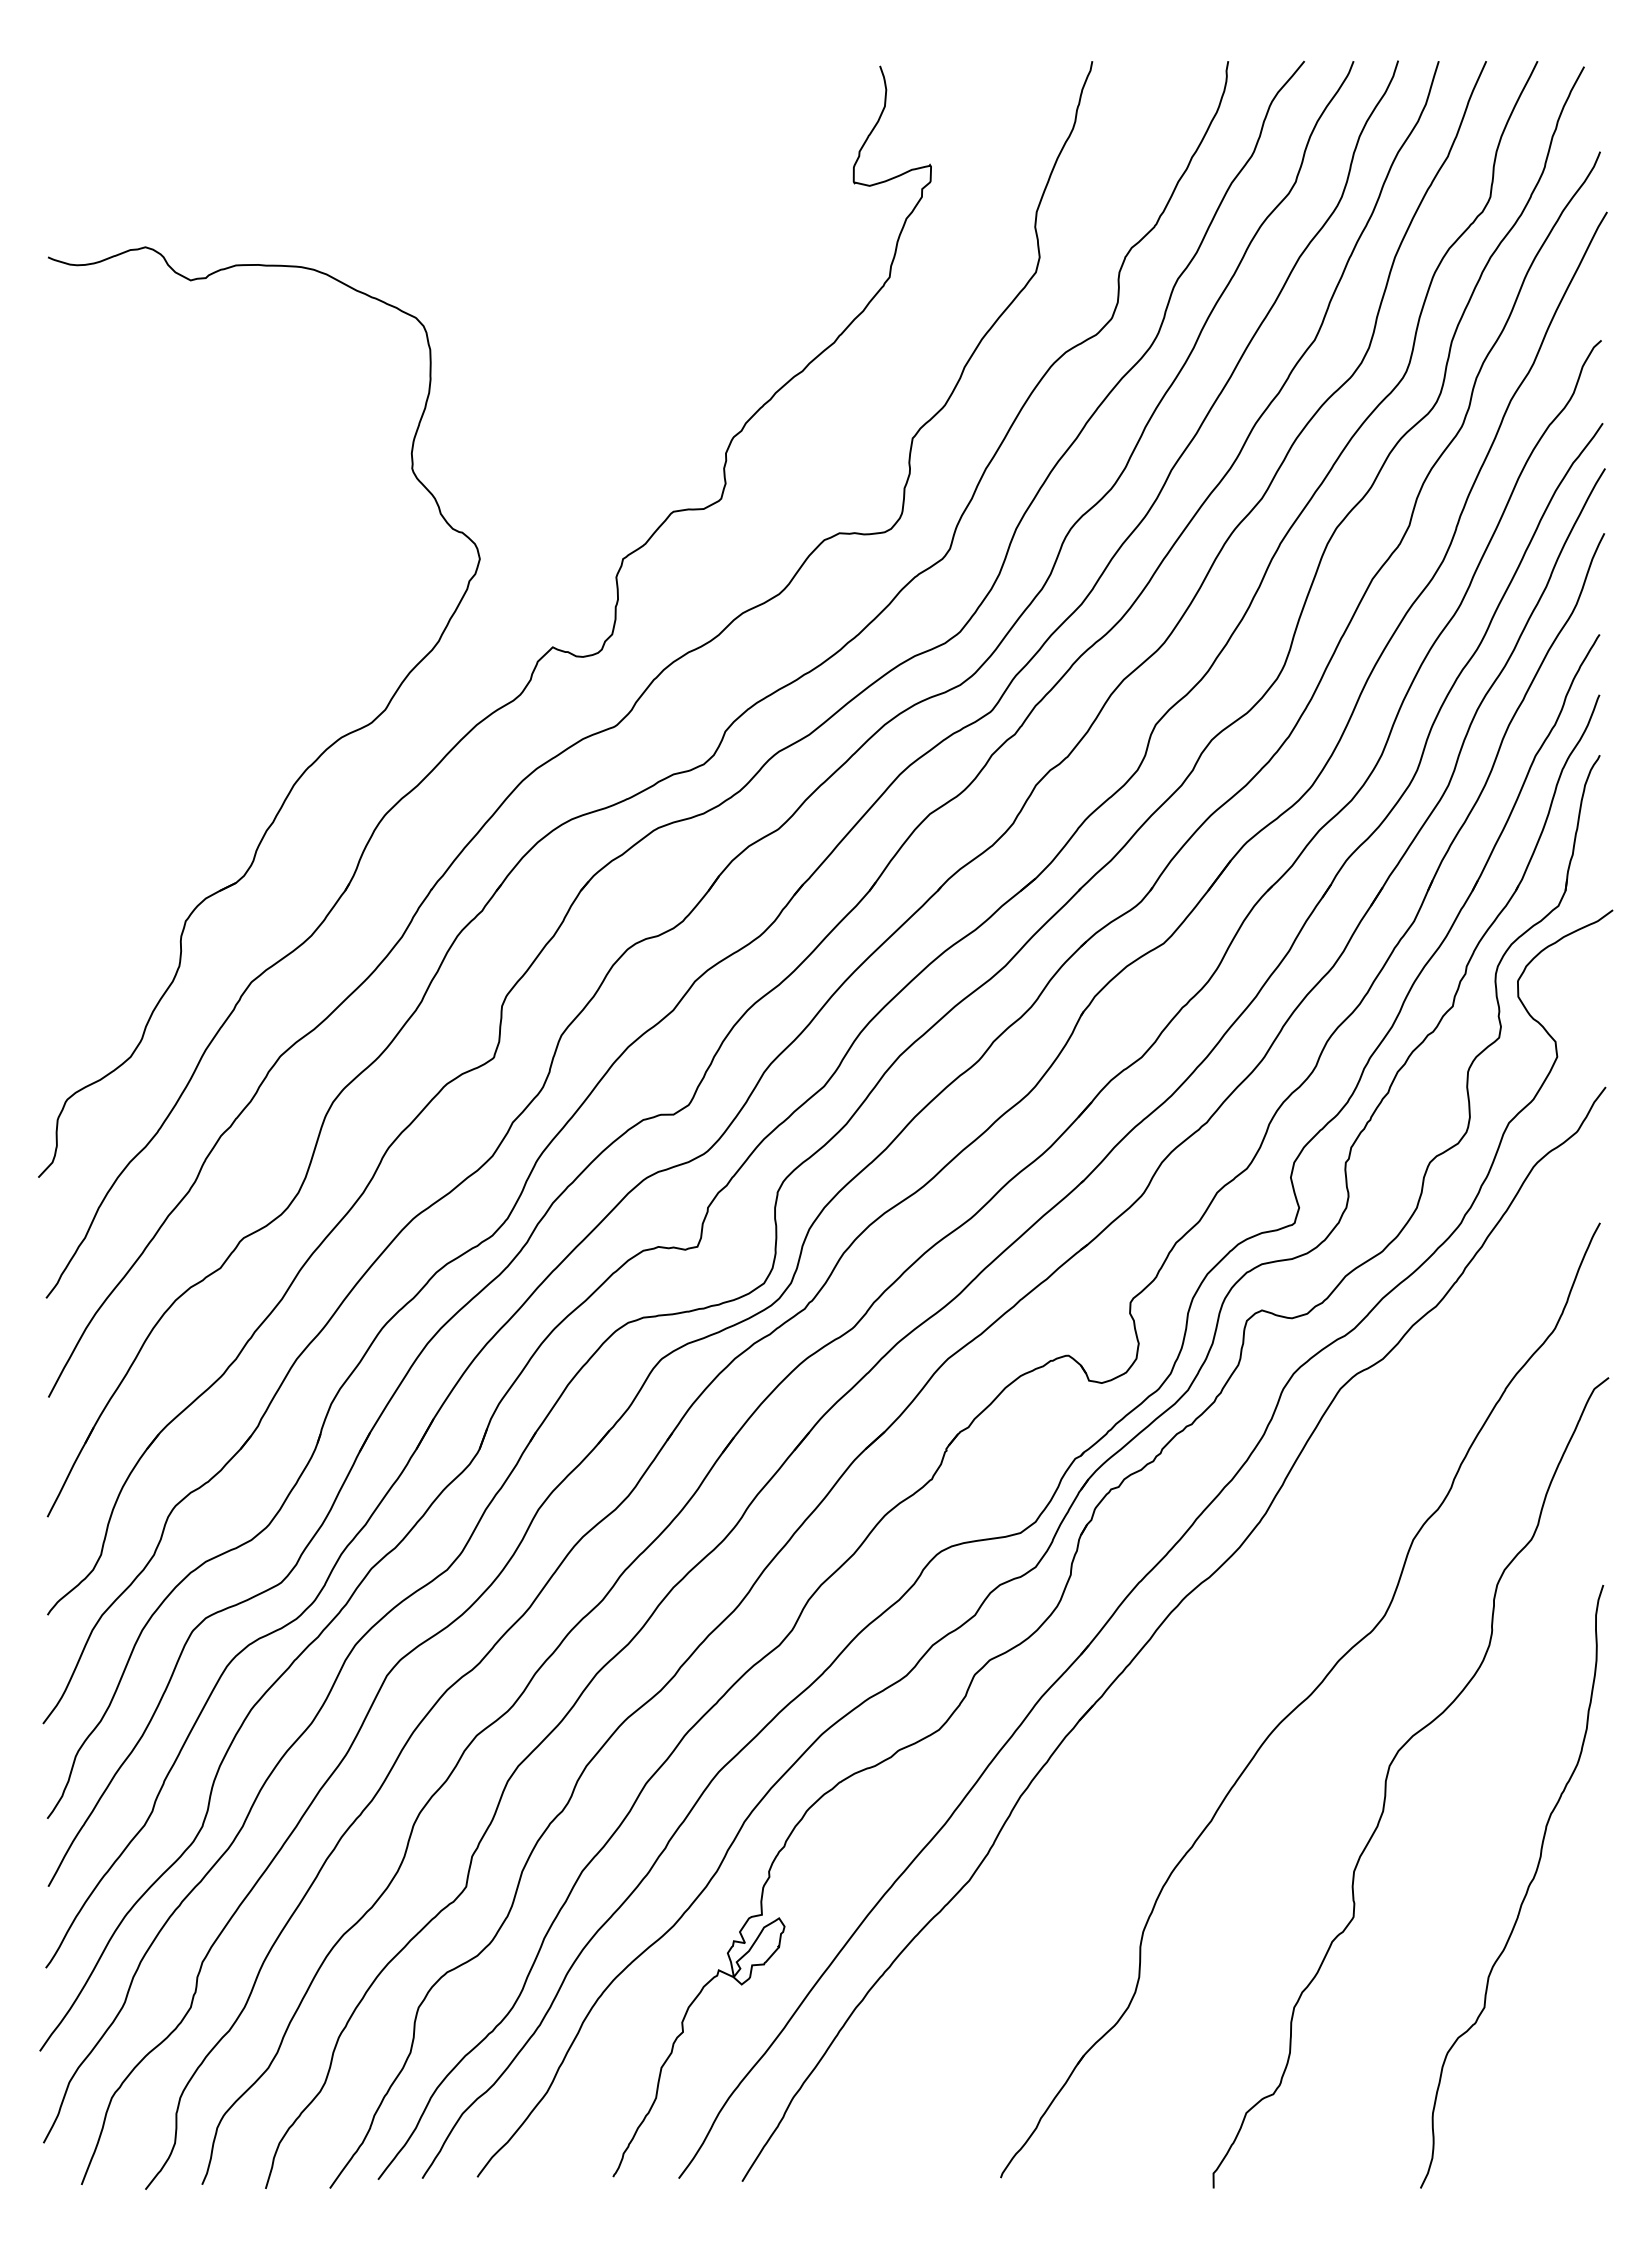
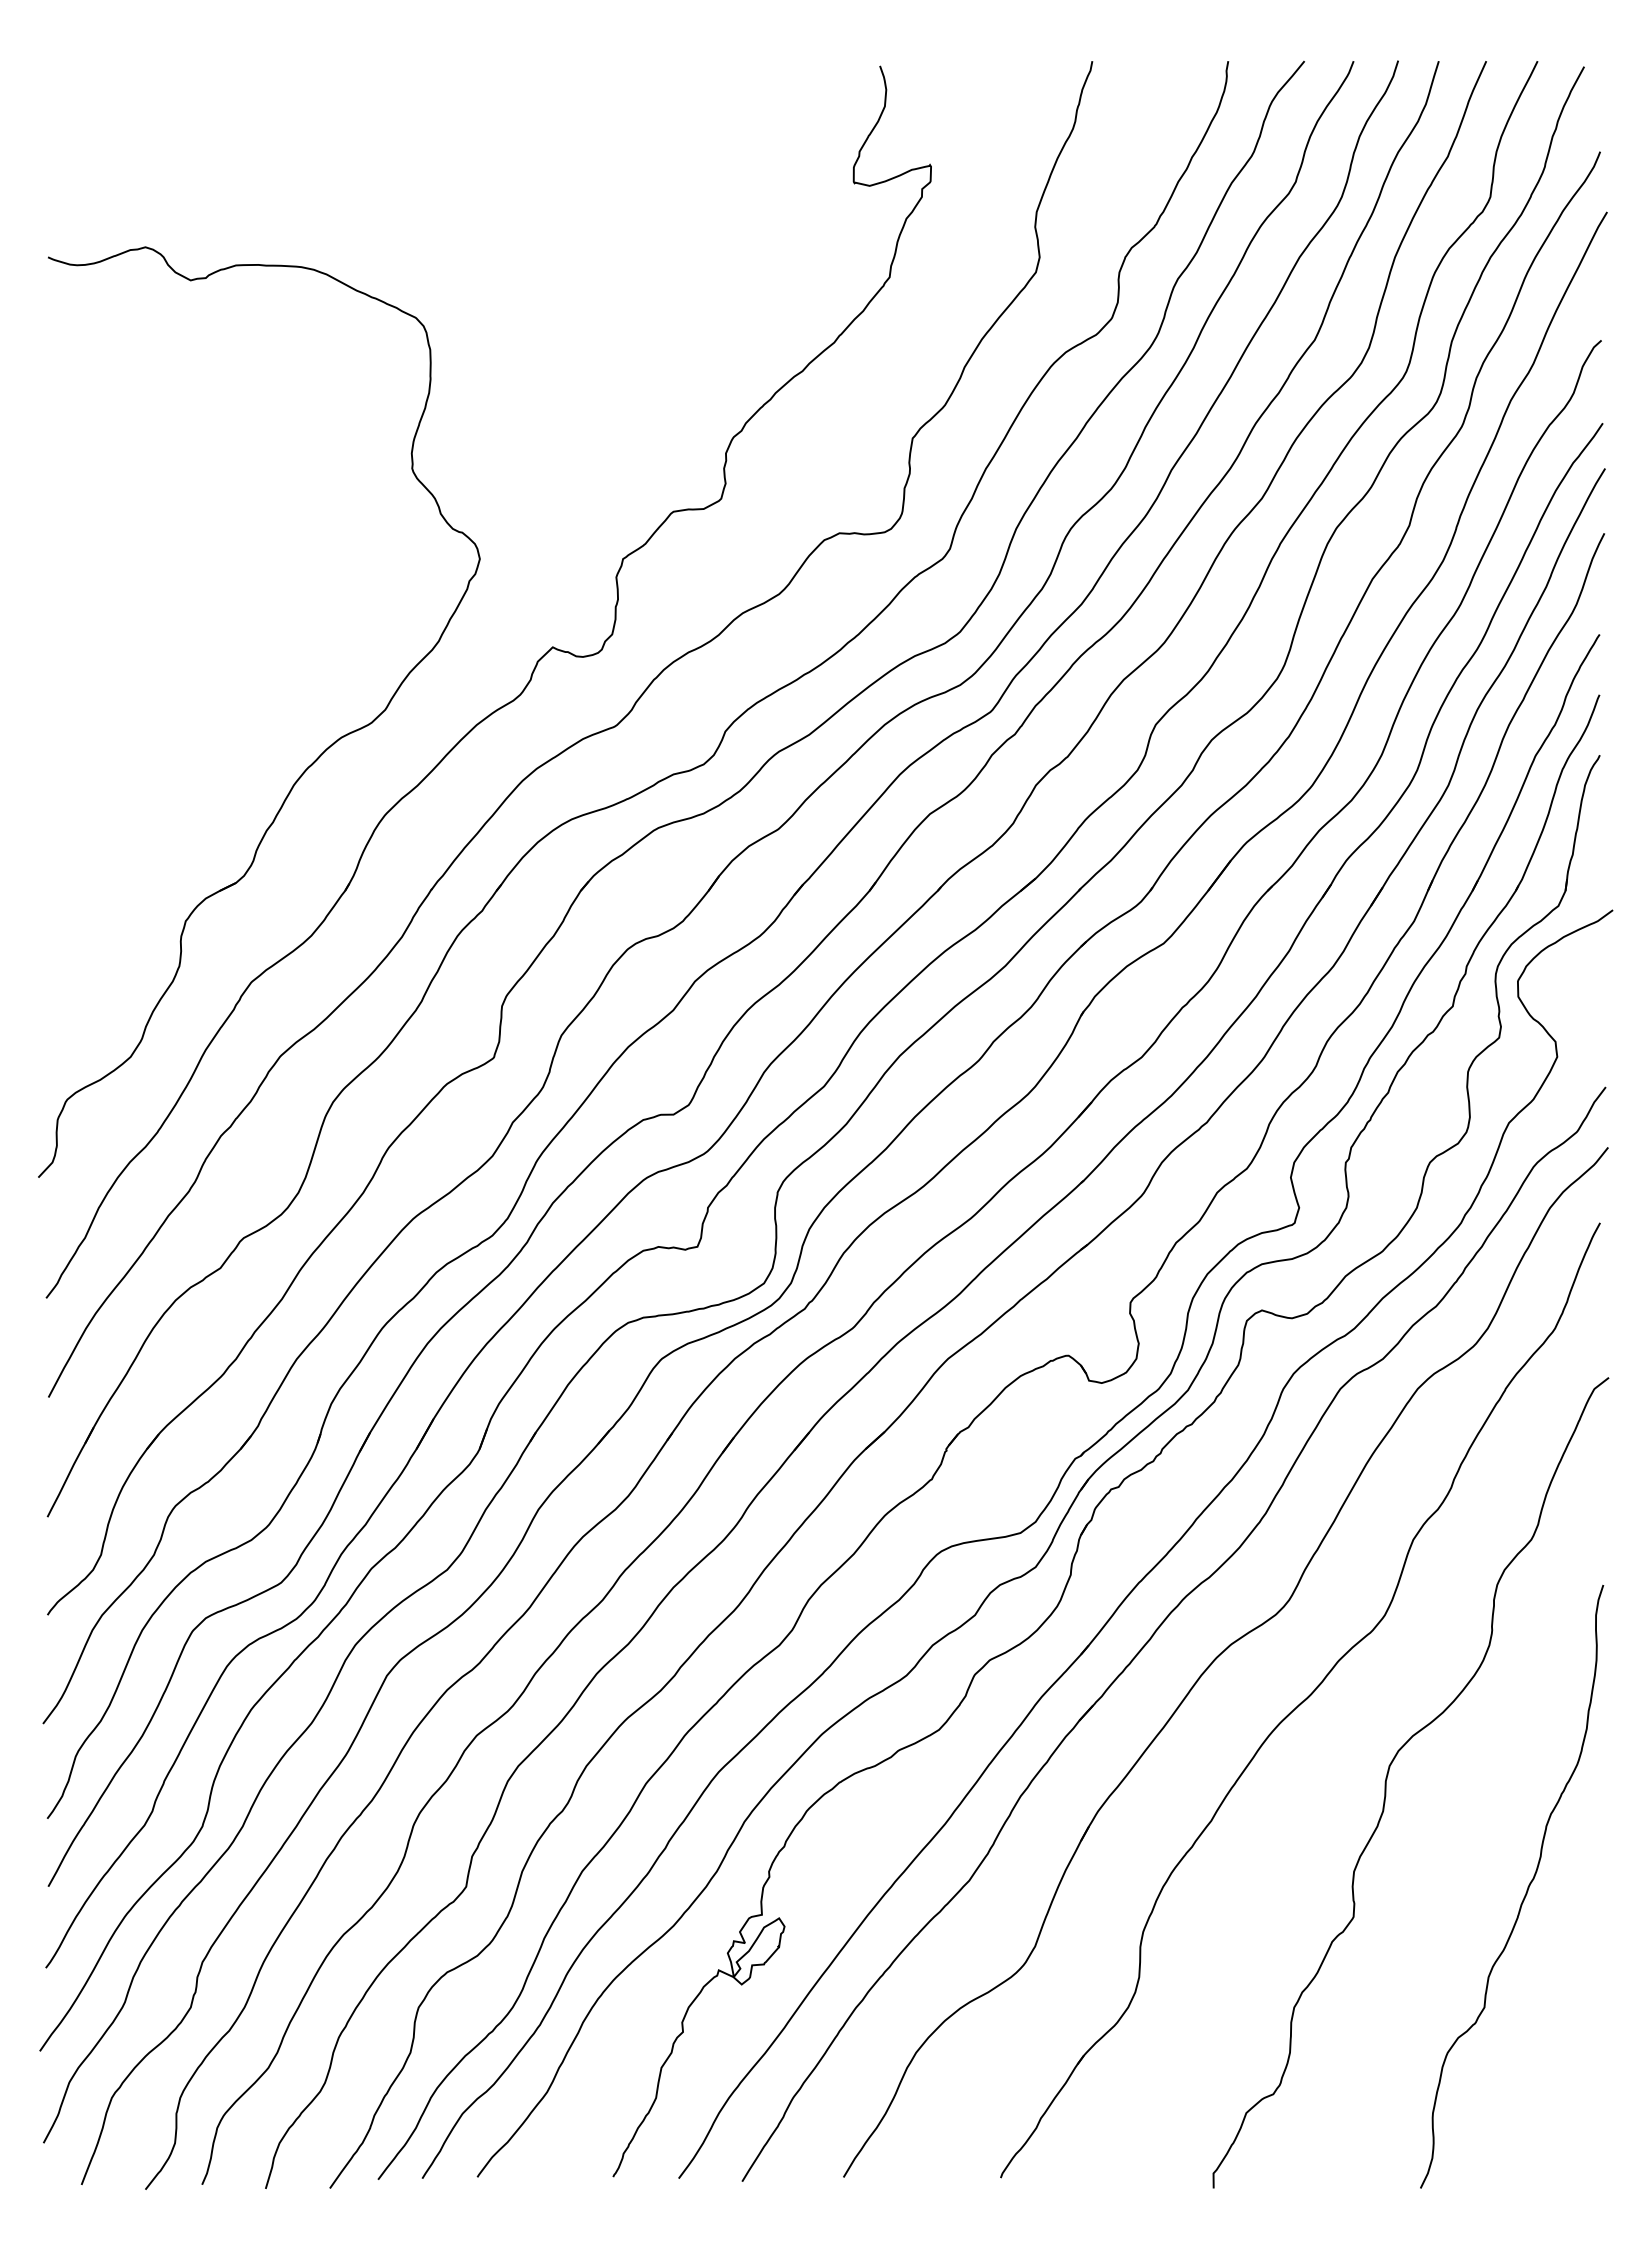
part at (1219, 1656): none -> present
